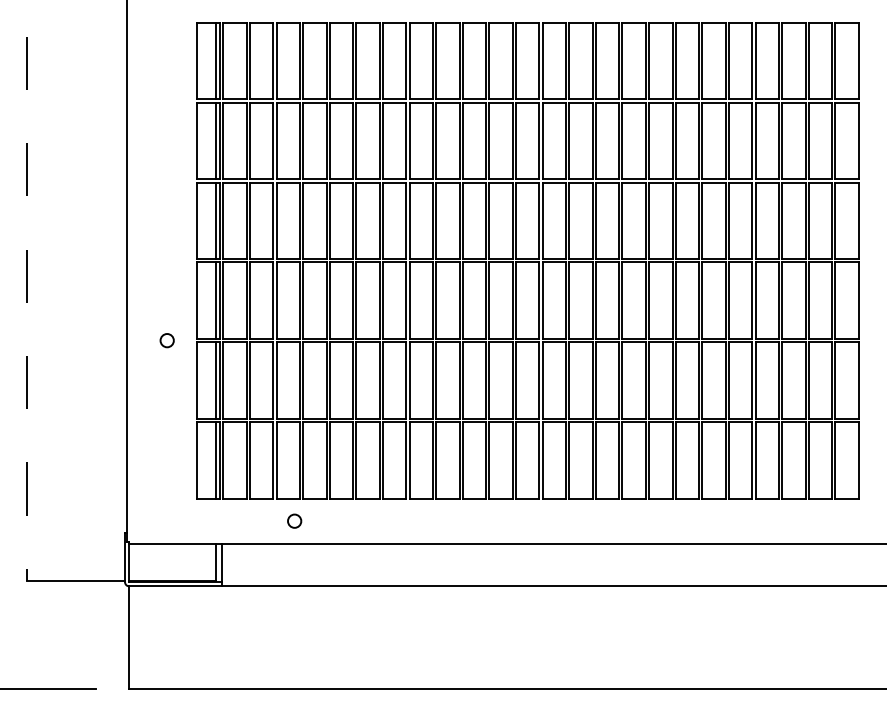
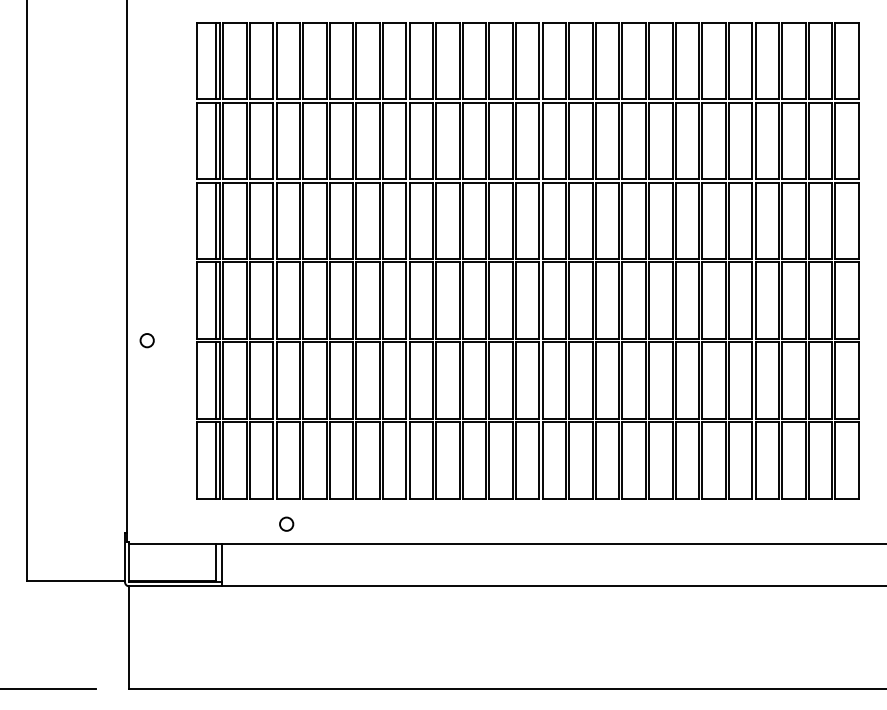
line at (26, 290): dashed -> solid
circle at (166, 340) position: (166, 340) -> (146, 340)
circle at (294, 520) position: (294, 520) -> (286, 523)
